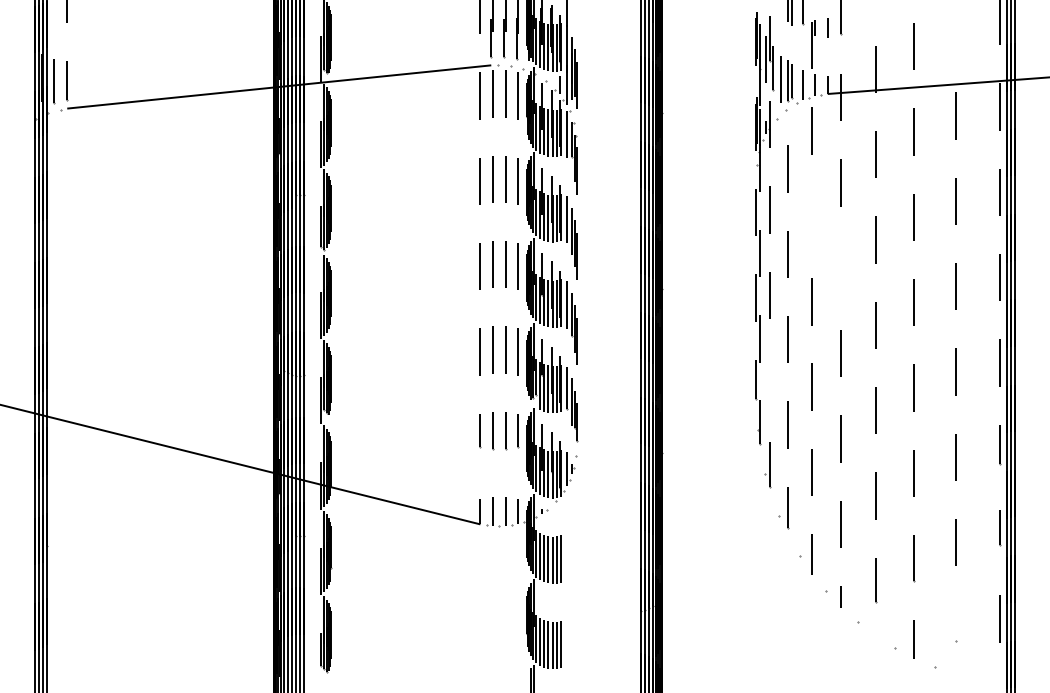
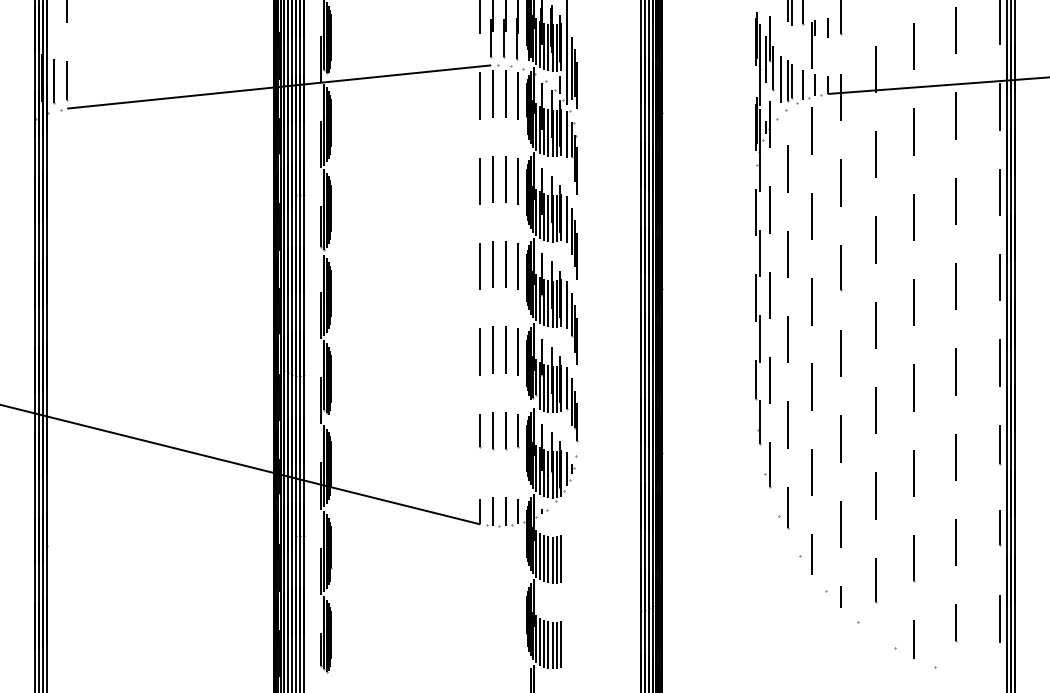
line at (955, 30): none -> present
line at (811, 216): none -> present
line at (841, 268): none -> present
line at (769, 380): none -> present
line at (955, 622): none -> present
